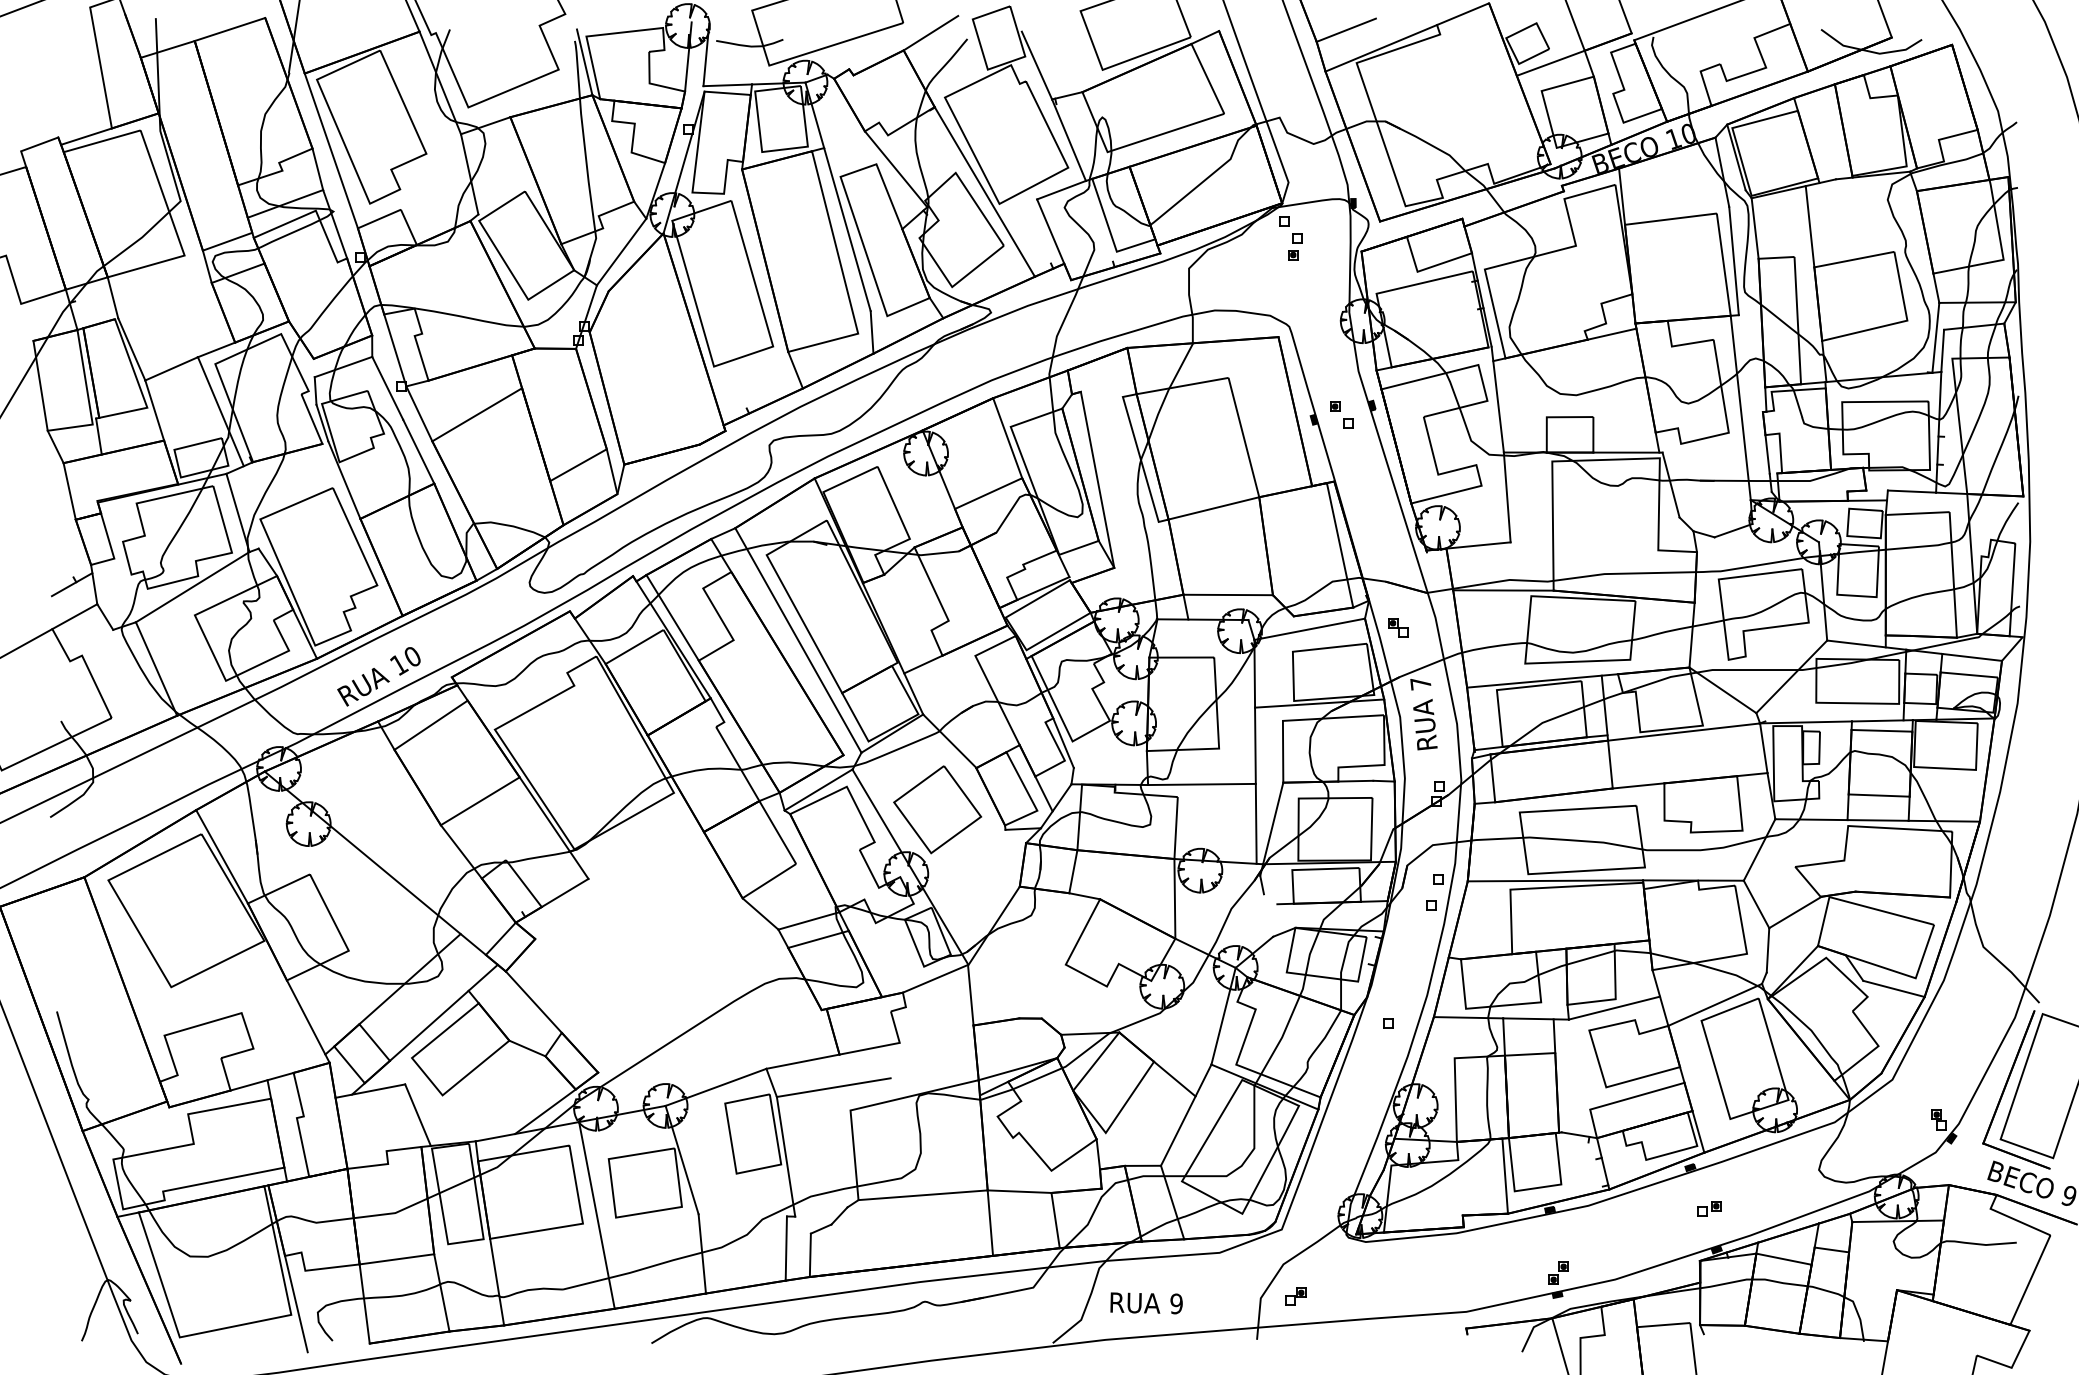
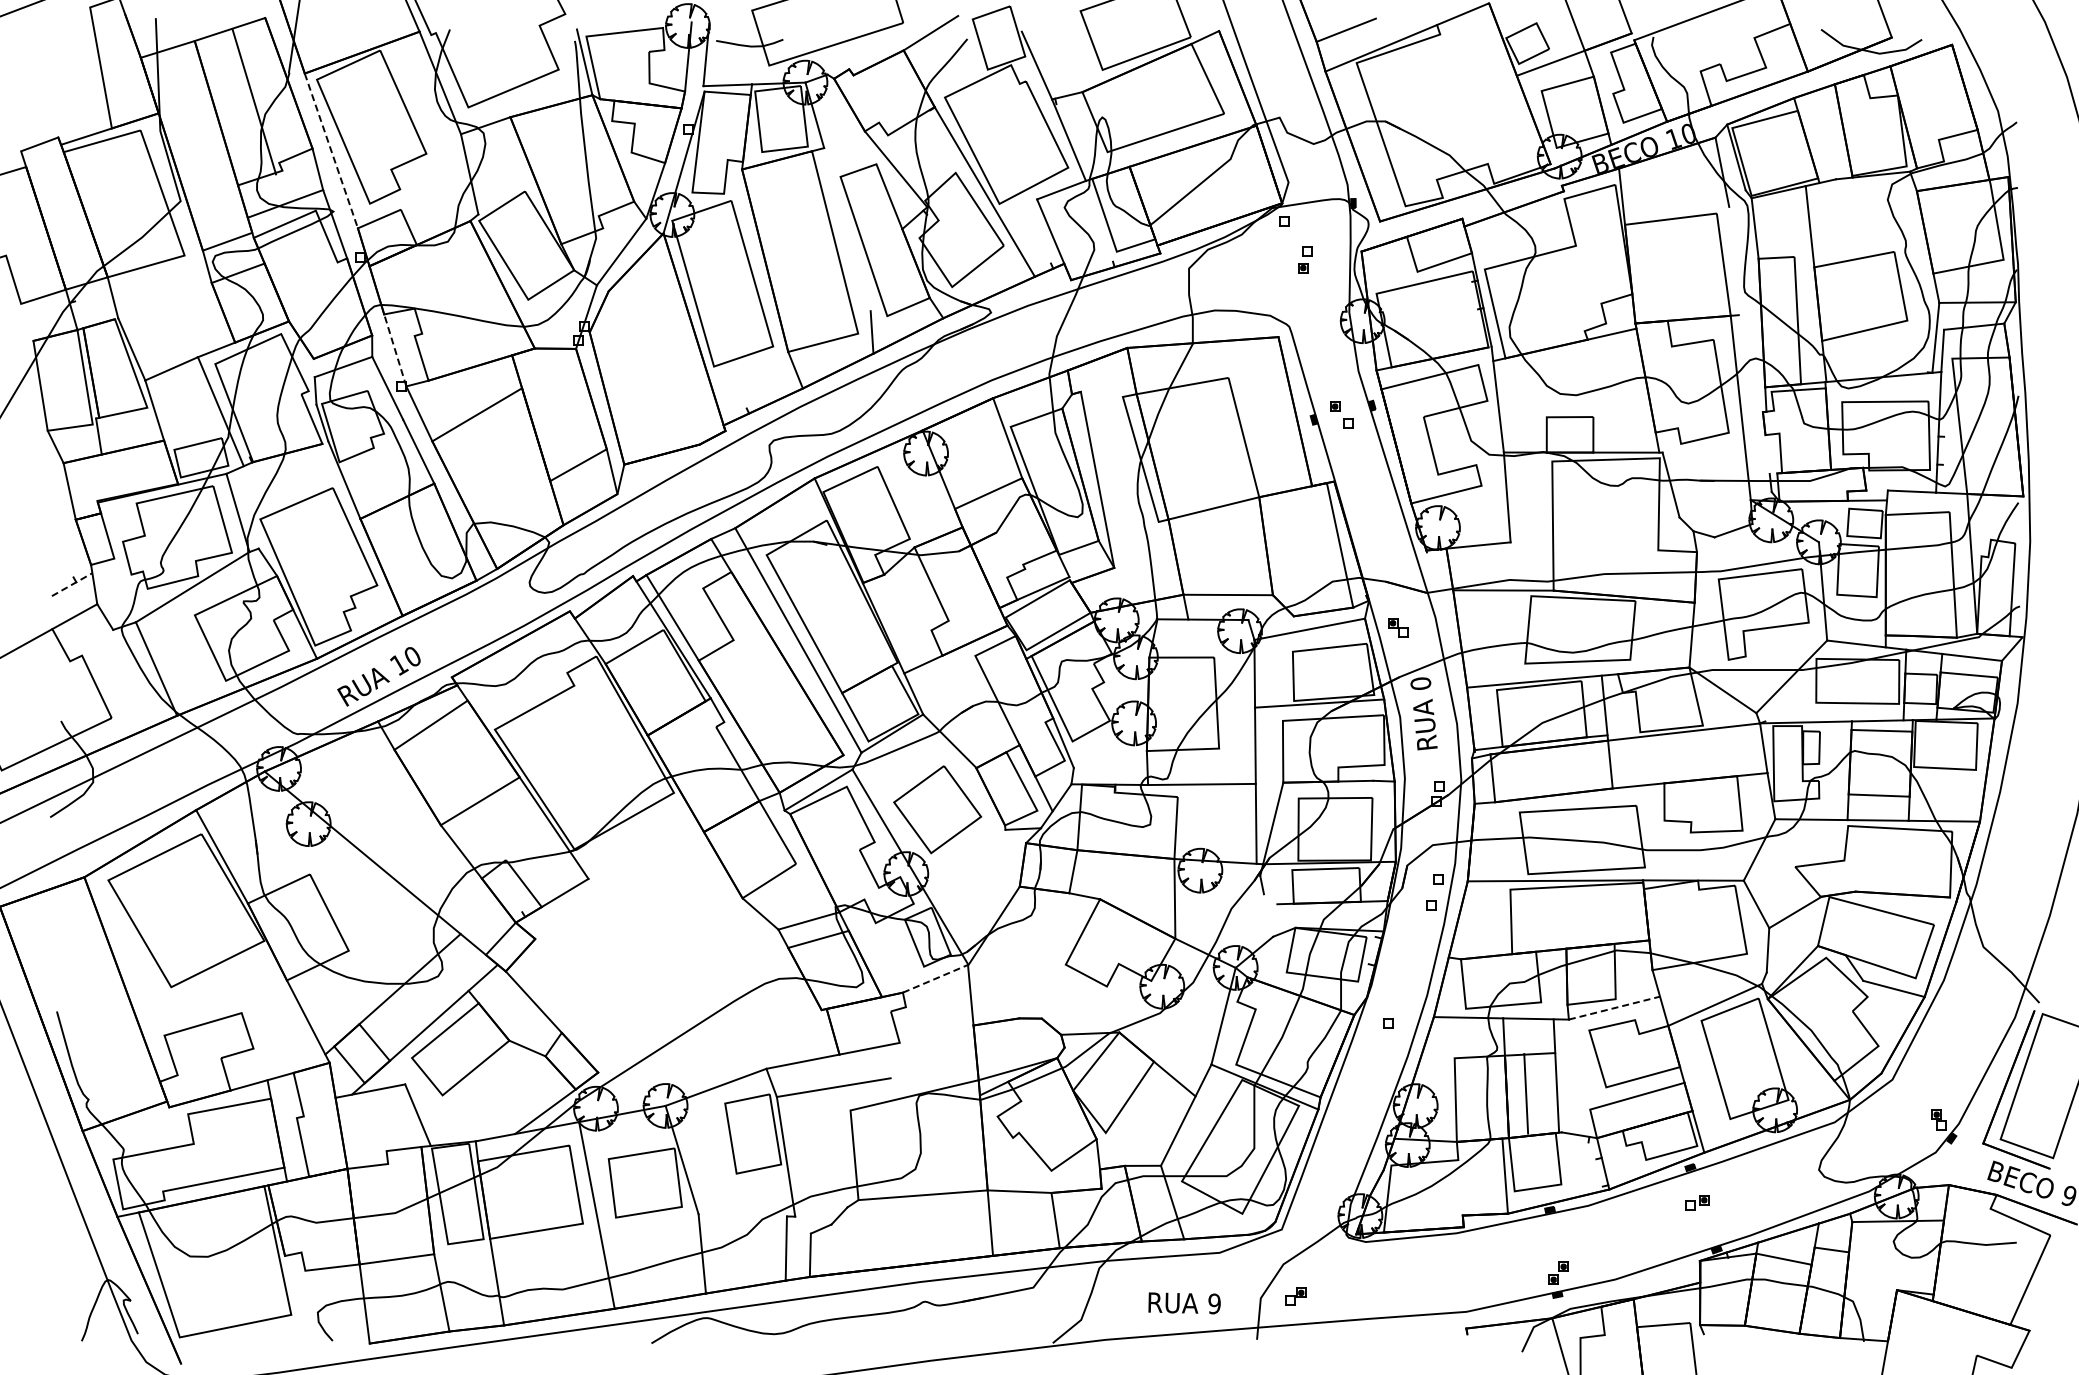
line at (216, 113) position: (216, 113) -> (254, 102)
line at (331, 150): solid -> dashed
line at (847, 229): present -> none
part at (1295, 246) position: (1295, 246) -> (1305, 259)
line at (1733, 260): present -> none
line at (395, 350): solid -> dashed
line at (1767, 454): present -> none
line at (72, 584): solid -> dashed
text at (1420, 683): 7 -> 0
line at (935, 978): solid -> dashed
line at (1614, 1008): solid -> dashed
line at (1557, 1092) position: (1557, 1092) -> (1526, 1093)
part at (1709, 1208) position: (1709, 1208) -> (1697, 1202)
line at (296, 1303): present -> none
text at (1146, 1303) position: (1146, 1303) -> (1184, 1303)
